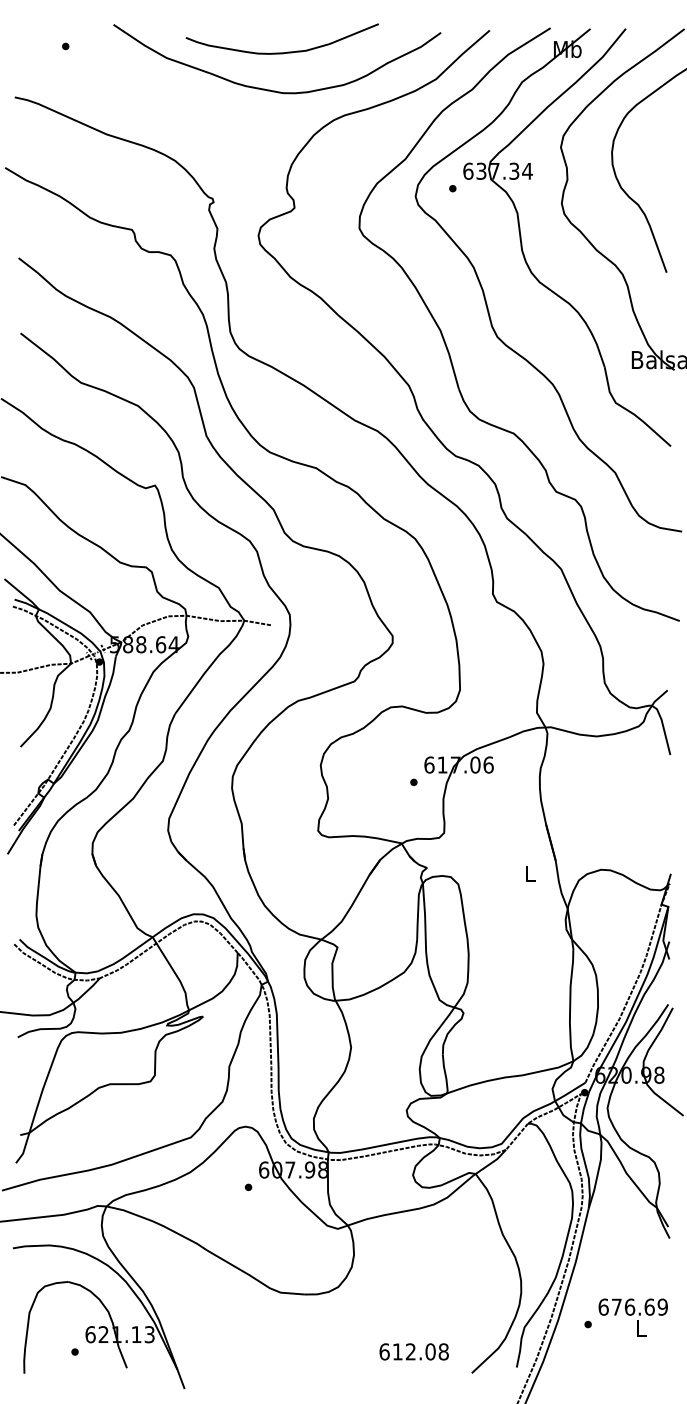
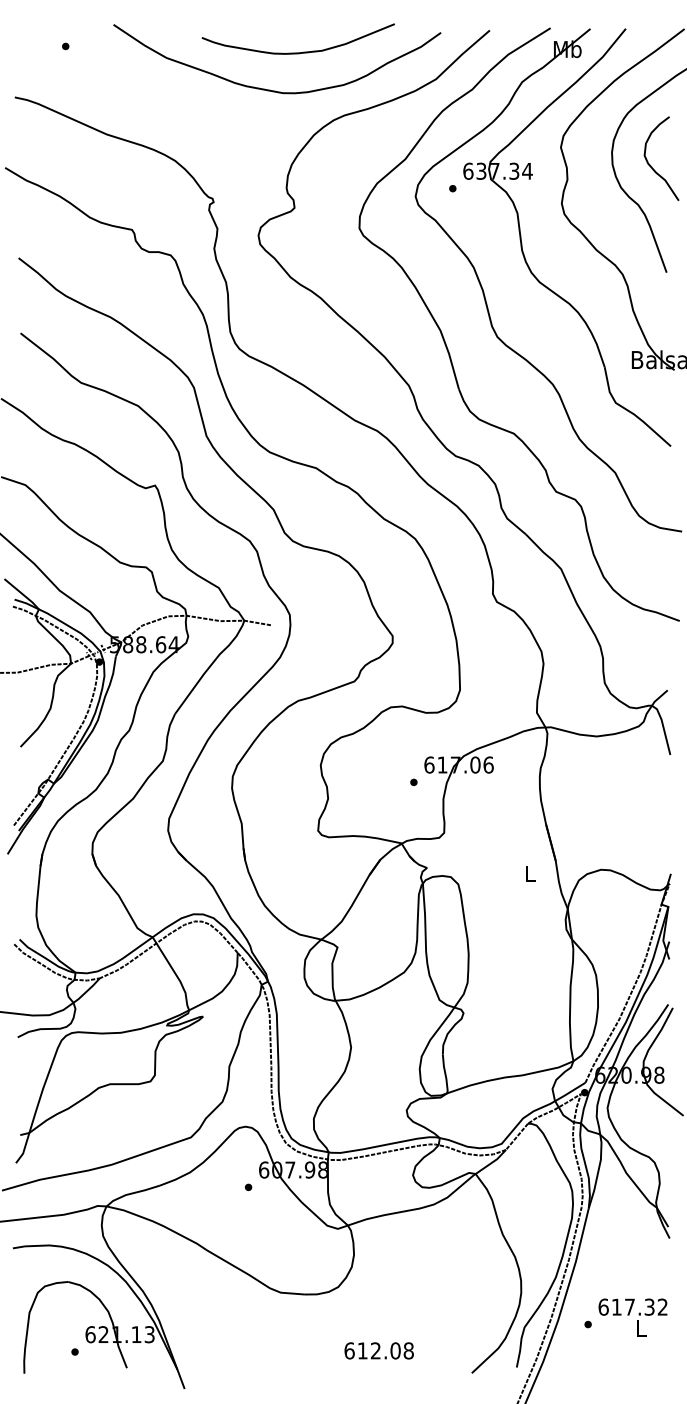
curve at (281, 52) position: (281, 52) -> (297, 52)
curve at (651, 165): none -> present
text at (639, 1306): 676.69 -> 617.32
text at (413, 1351) position: (413, 1351) -> (378, 1350)
